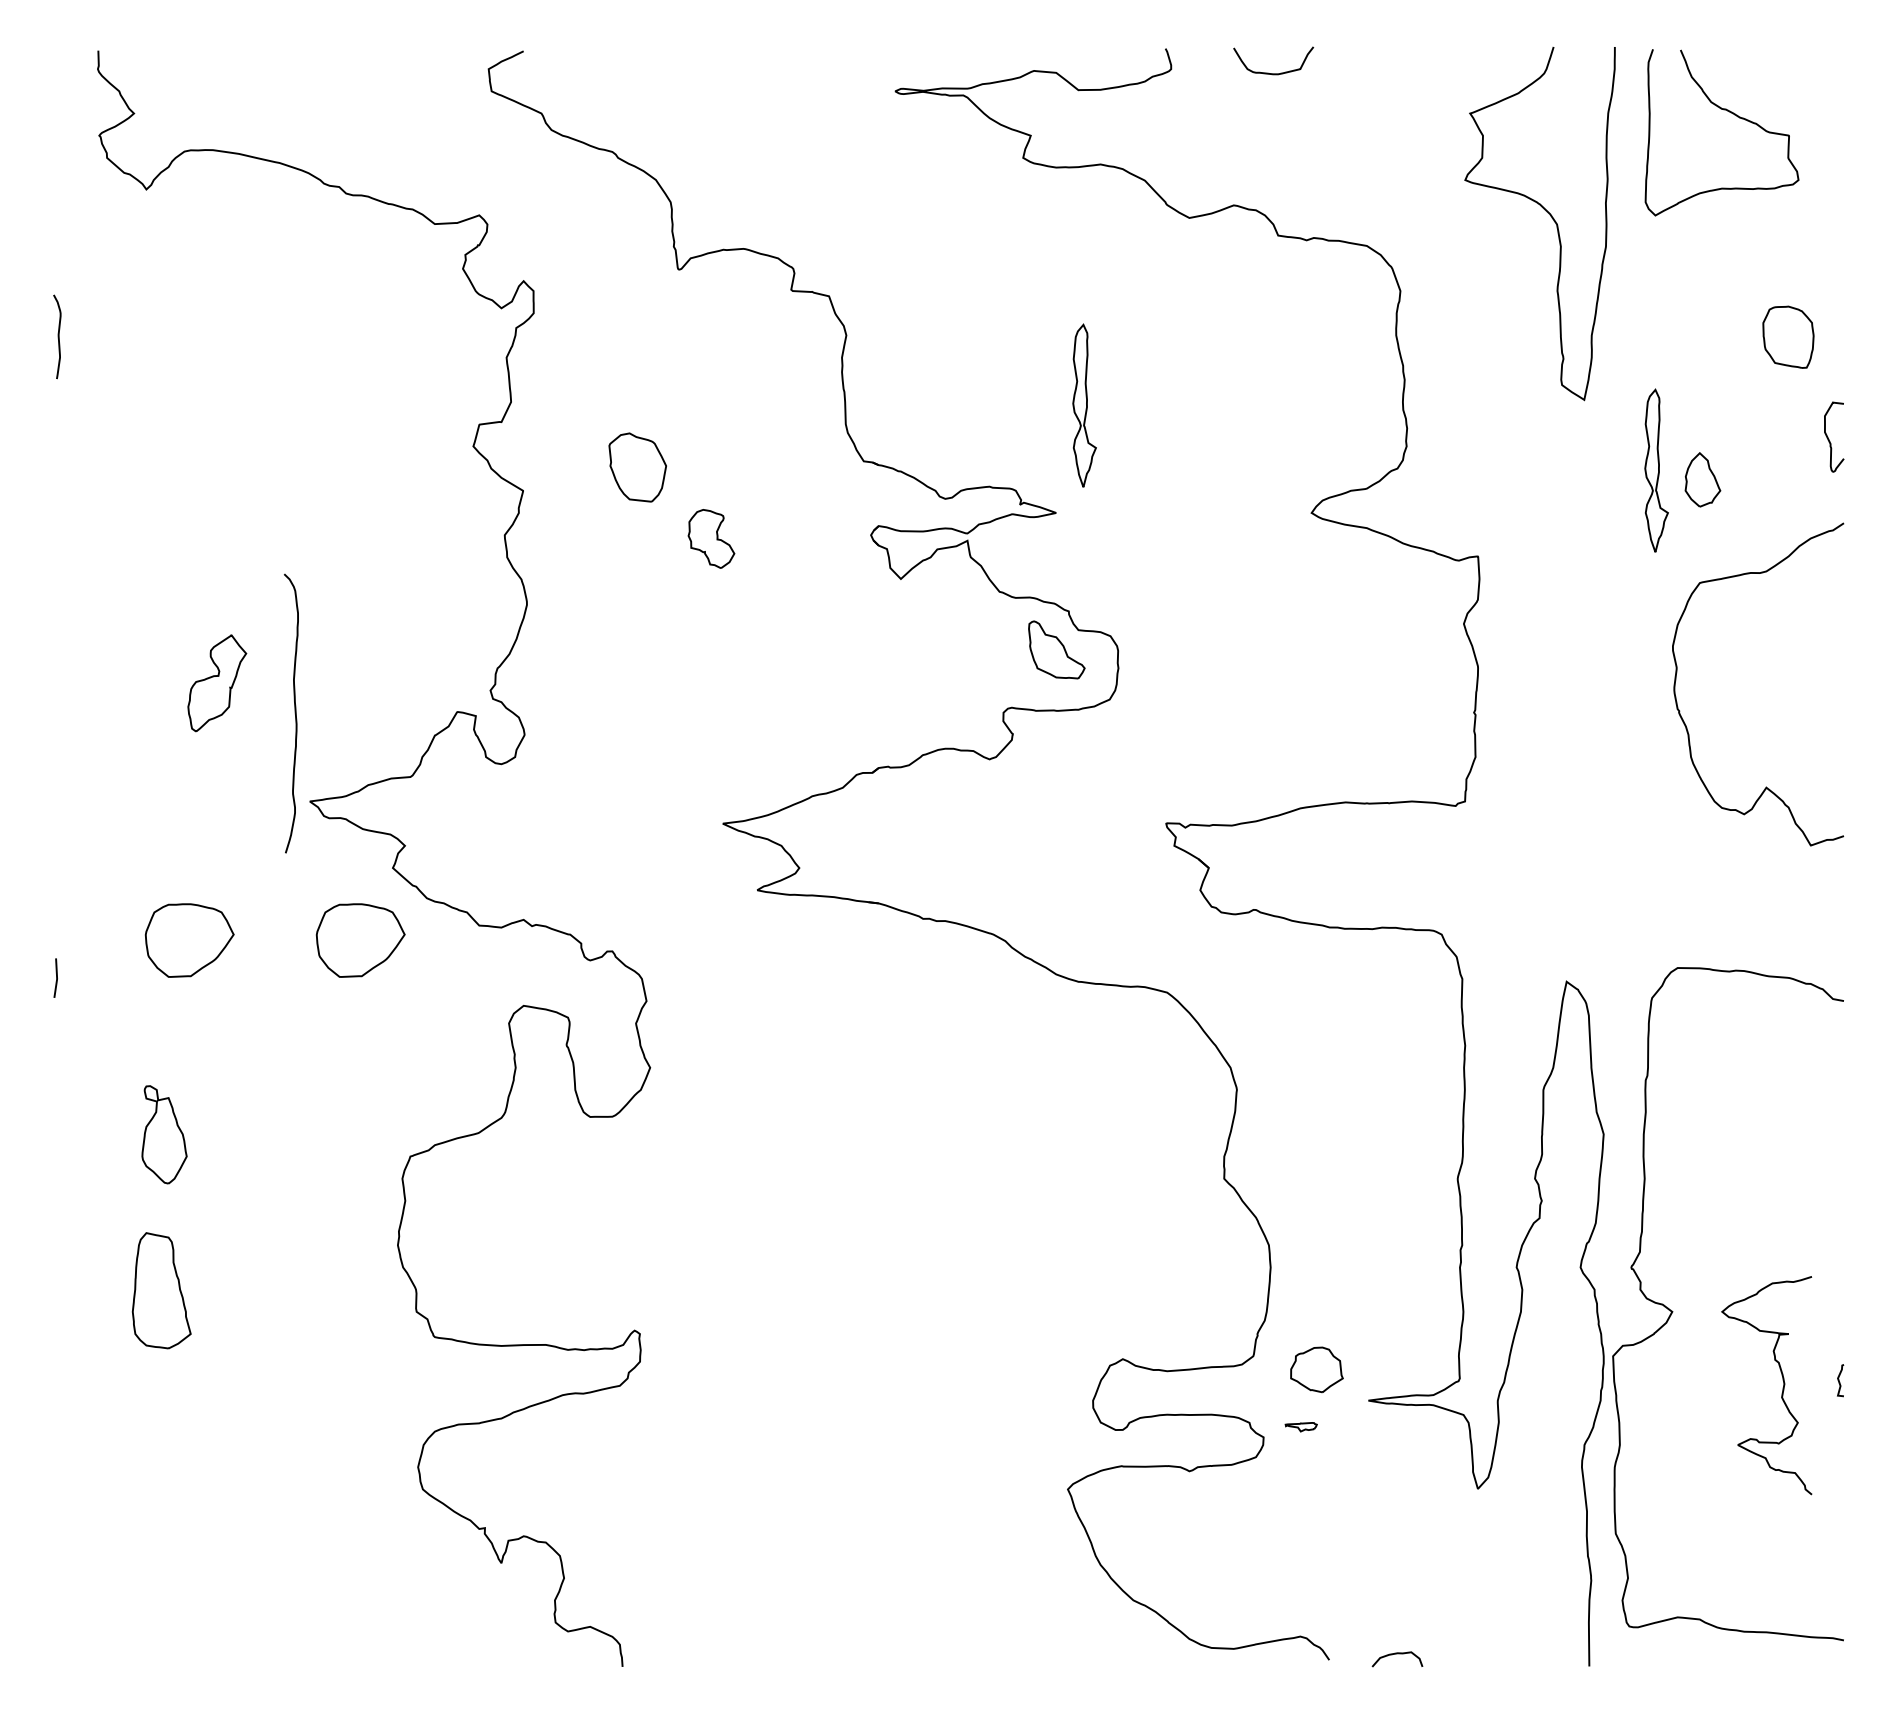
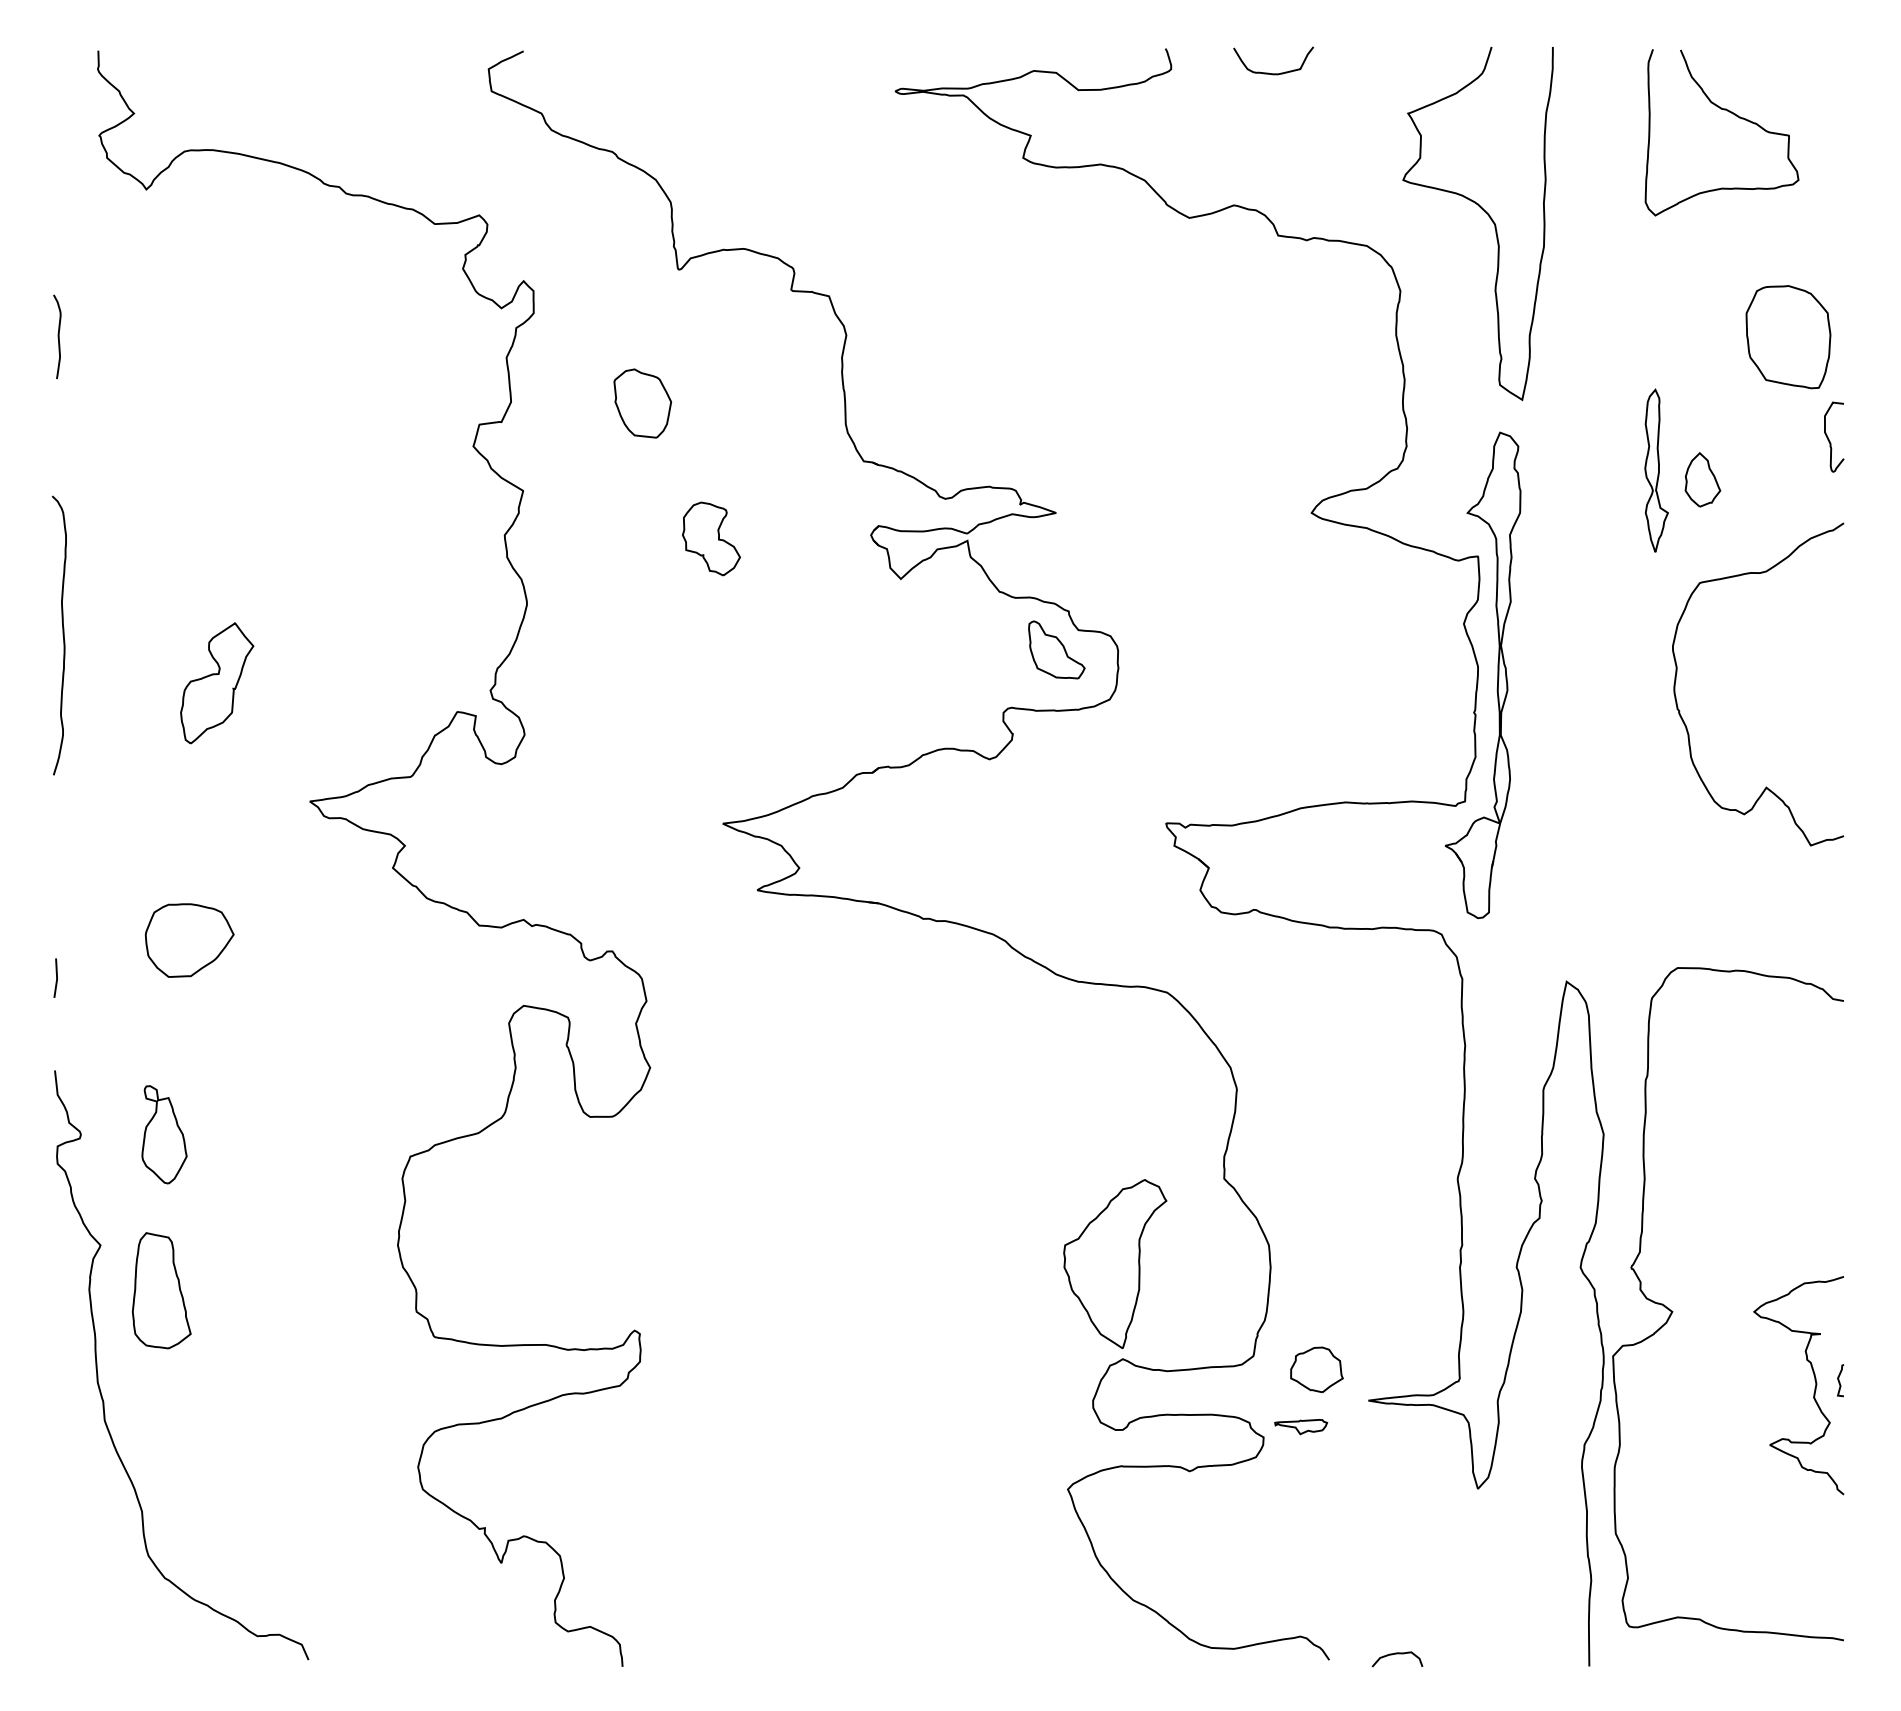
curve at (1551, 218) position: (1551, 218) -> (1489, 218)
part at (1788, 336) size: 53x64 px -> 87x105 px
part at (1084, 405): present -> none
part at (637, 467) position: (637, 467) -> (642, 403)
part at (711, 538) size: 49x60 px -> 59x76 px
part at (1497, 675): none -> present
part at (217, 683) size: 61x99 px -> 75x123 px
curve at (294, 713) position: (294, 713) -> (62, 635)
part at (360, 940): present -> none
part at (1115, 1263): none -> present
curve at (98, 1373): none -> present
curve at (1782, 1387) position: (1782, 1387) -> (1814, 1387)
part at (1300, 1427) size: 34x11 px -> 55x17 px
